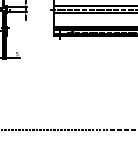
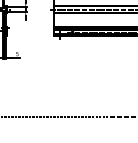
line at (68, 129) position: (68, 129) -> (68, 116)
